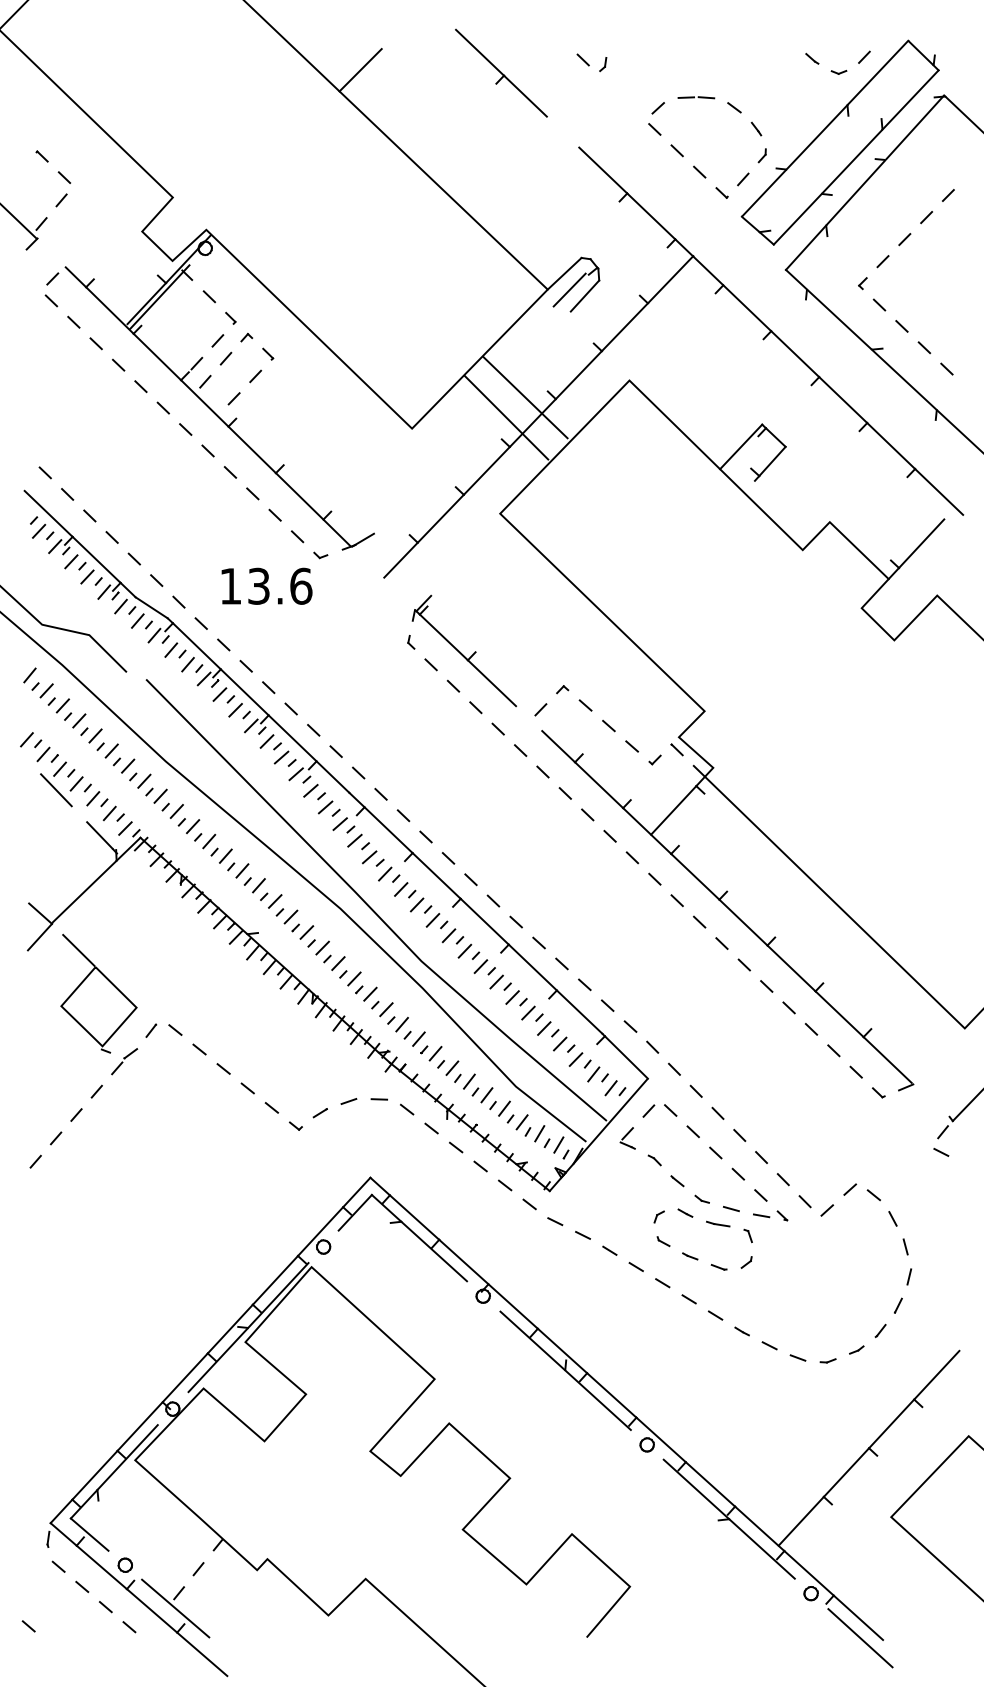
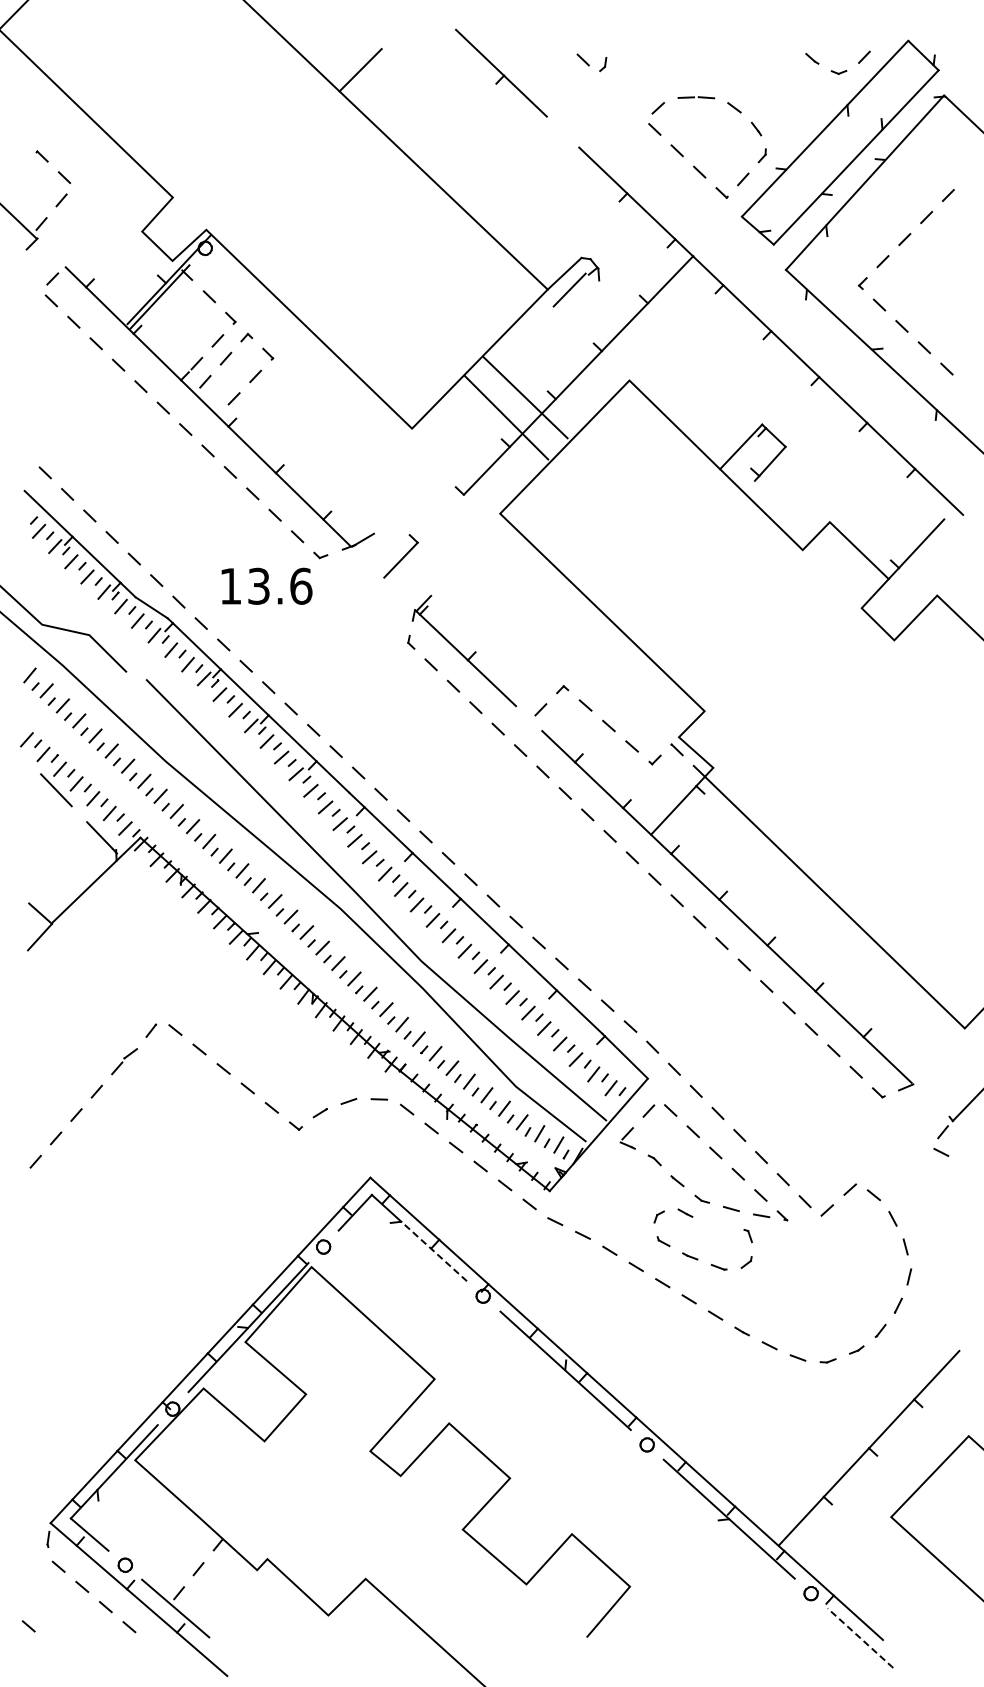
line at (584, 295): present -> none
line at (440, 518): present -> none
part at (98, 993): present -> none
line at (718, 1223): present -> none
line at (433, 1251): solid -> dashed
line at (860, 1638): solid -> dashed
